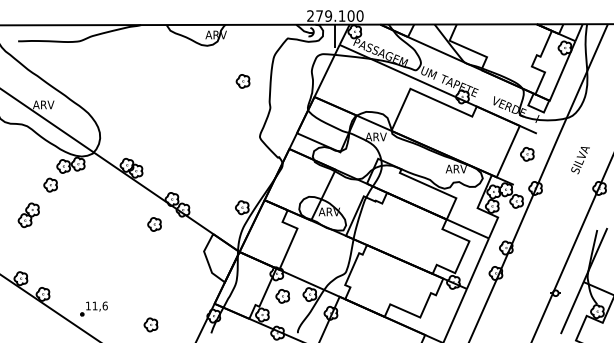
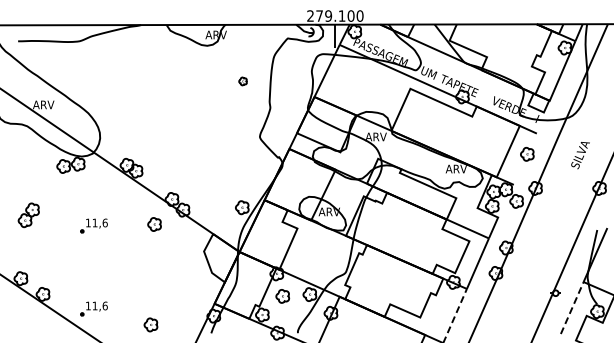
part at (242, 81) size: 16x15 px -> 10x11 px
text at (580, 160) position: (580, 160) -> (580, 155)
part at (50, 184): present -> none
part at (93, 225): none -> present
line at (572, 307): solid -> dashed
line at (455, 315): solid -> dashed
